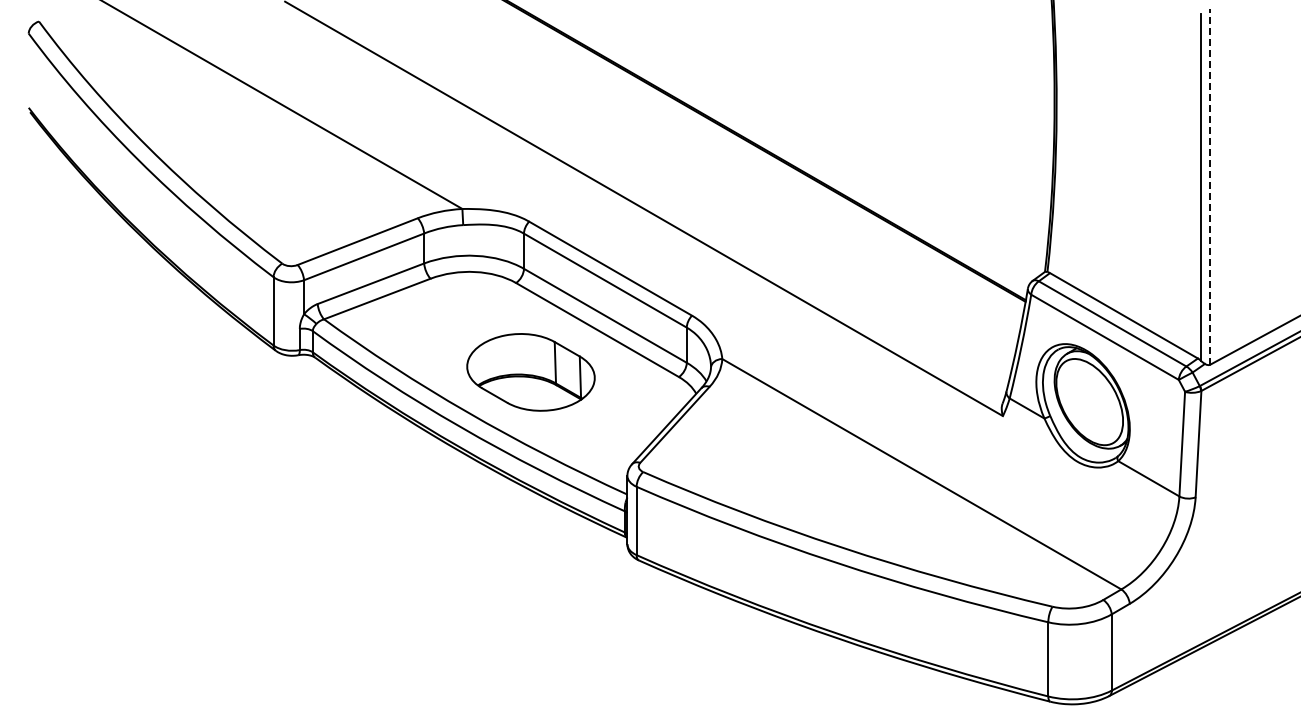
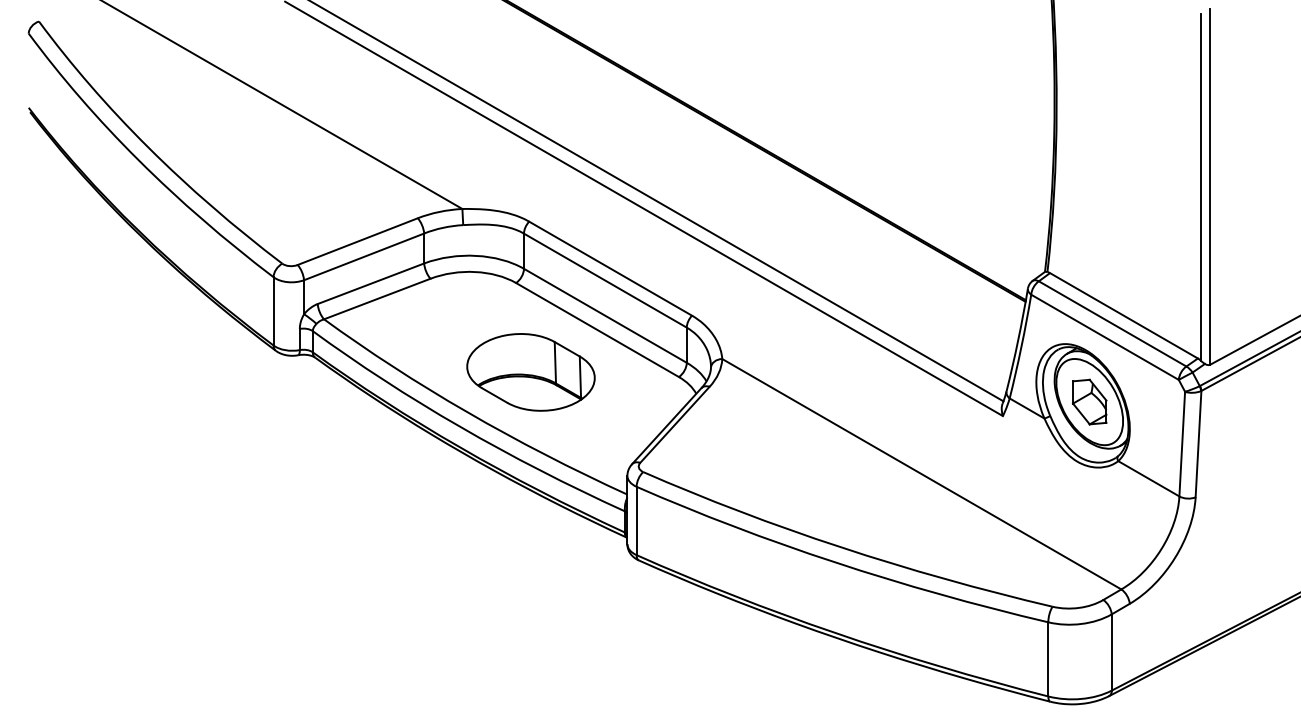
line at (1210, 186): dashed -> solid
line at (657, 201): none -> present
part at (1089, 401): none -> present
